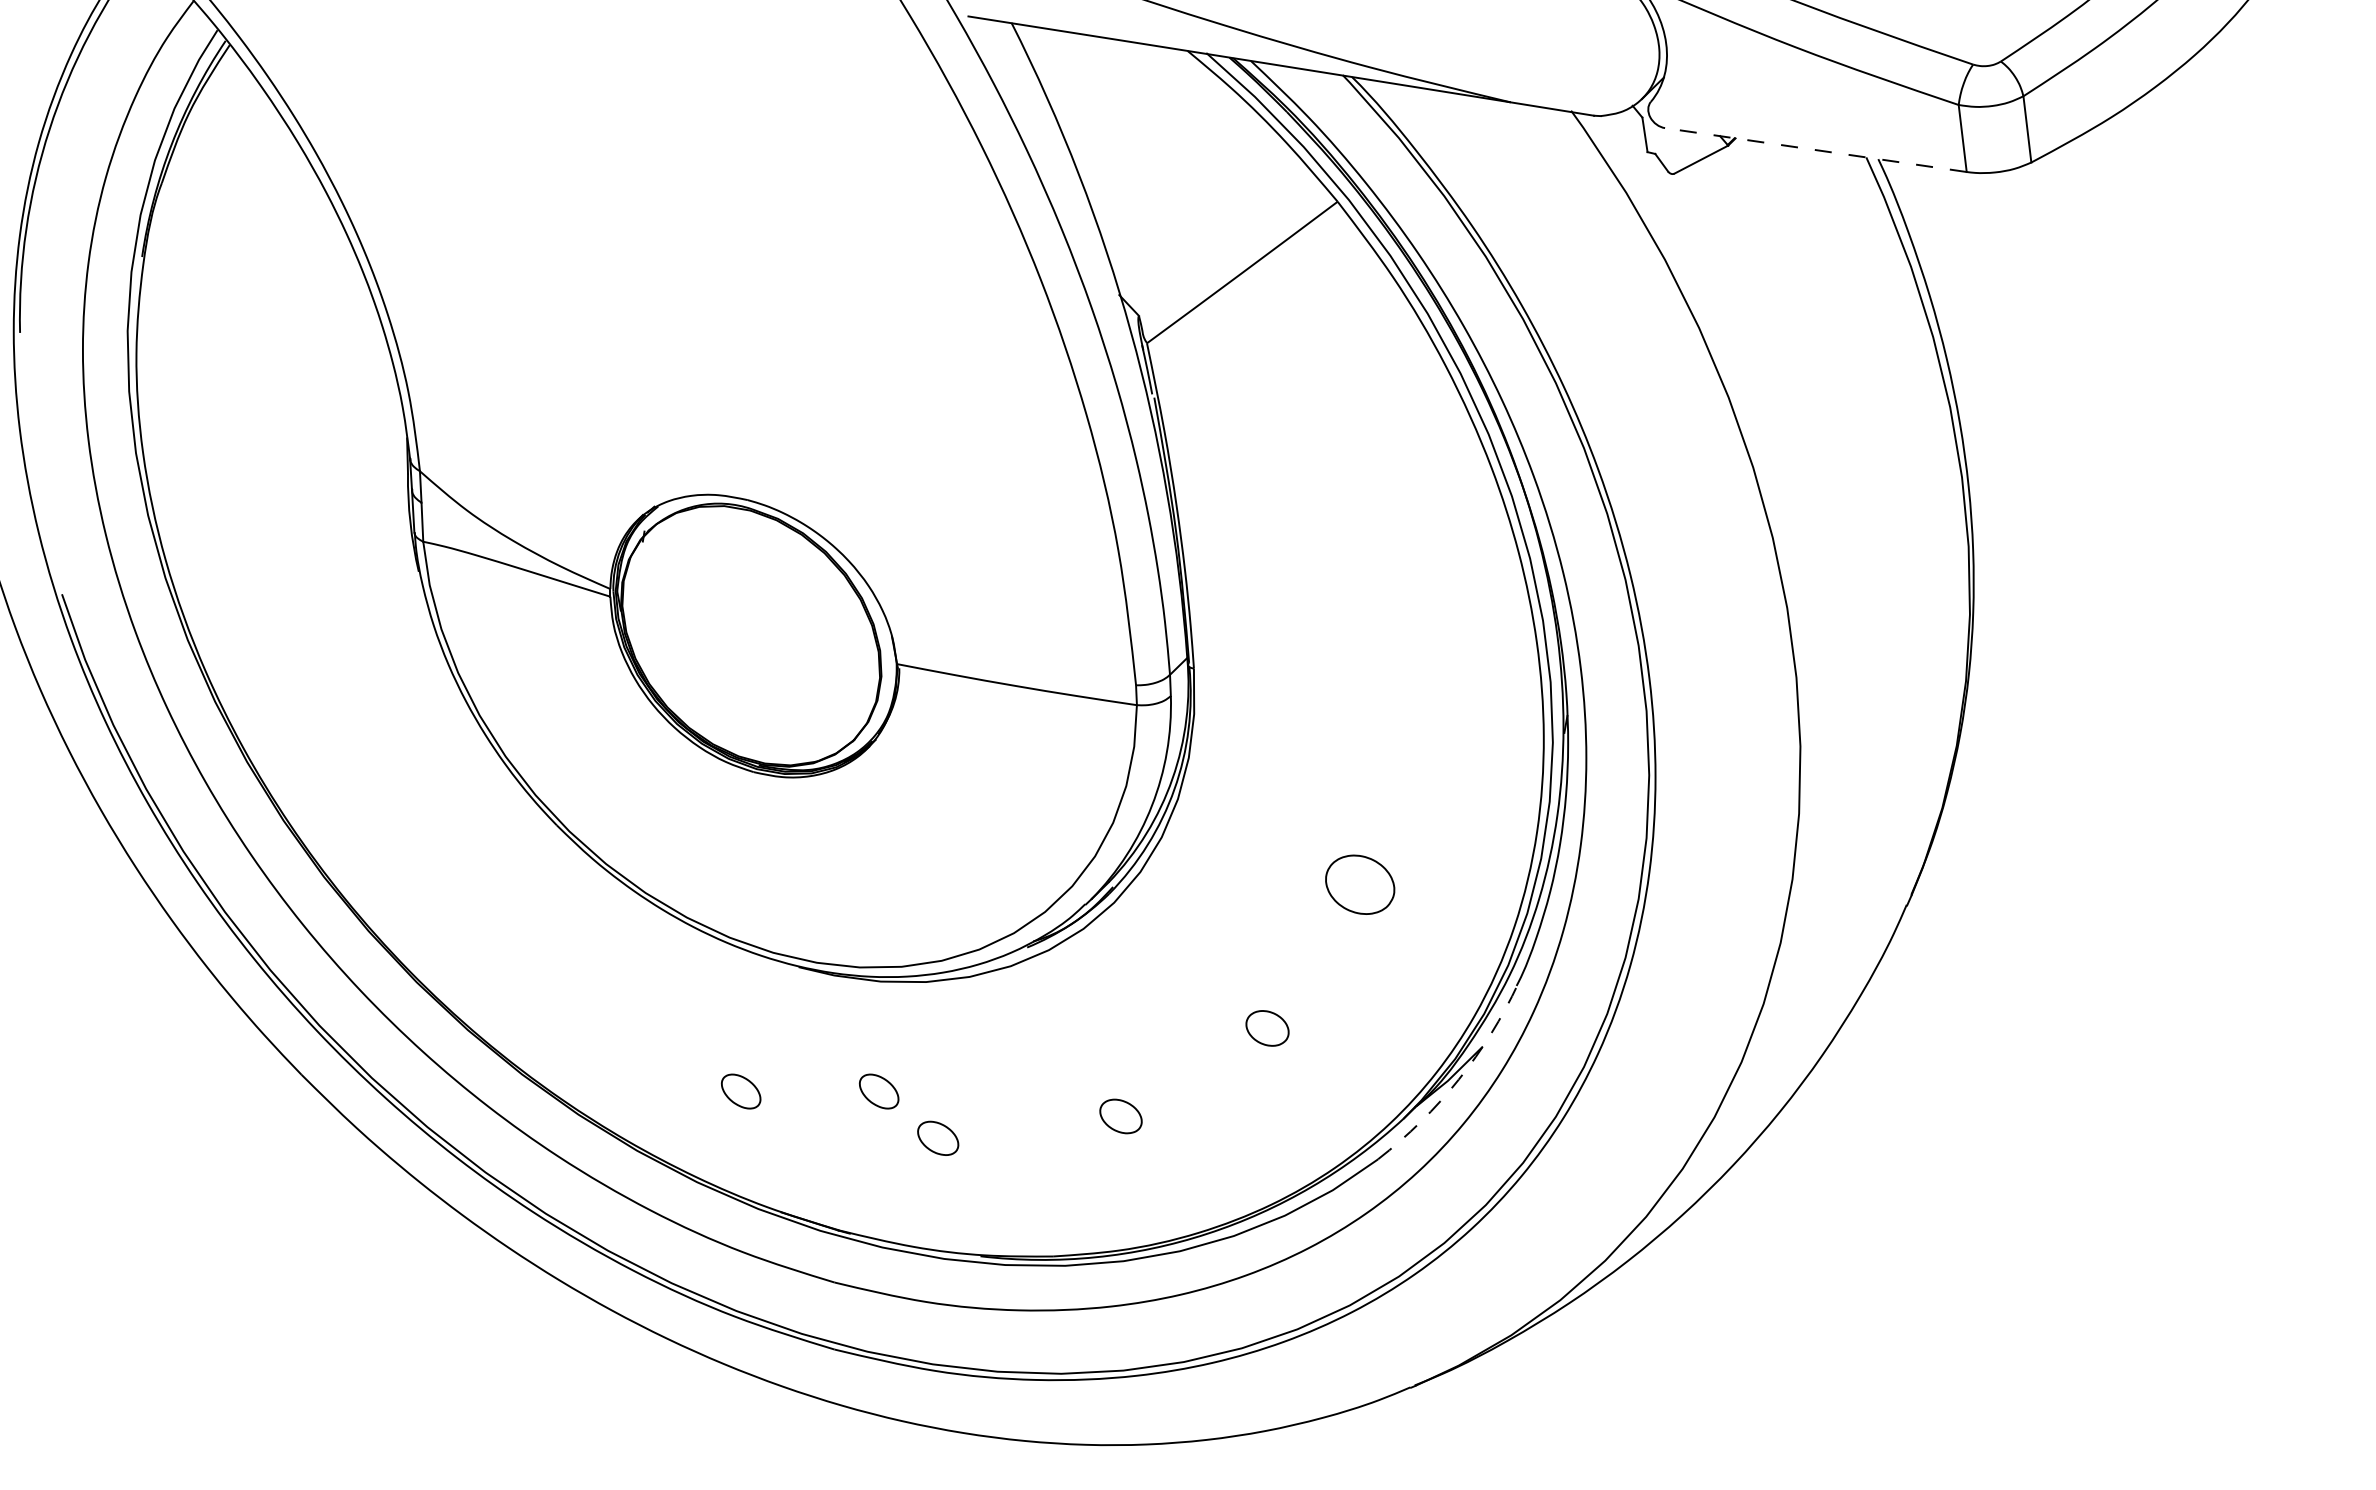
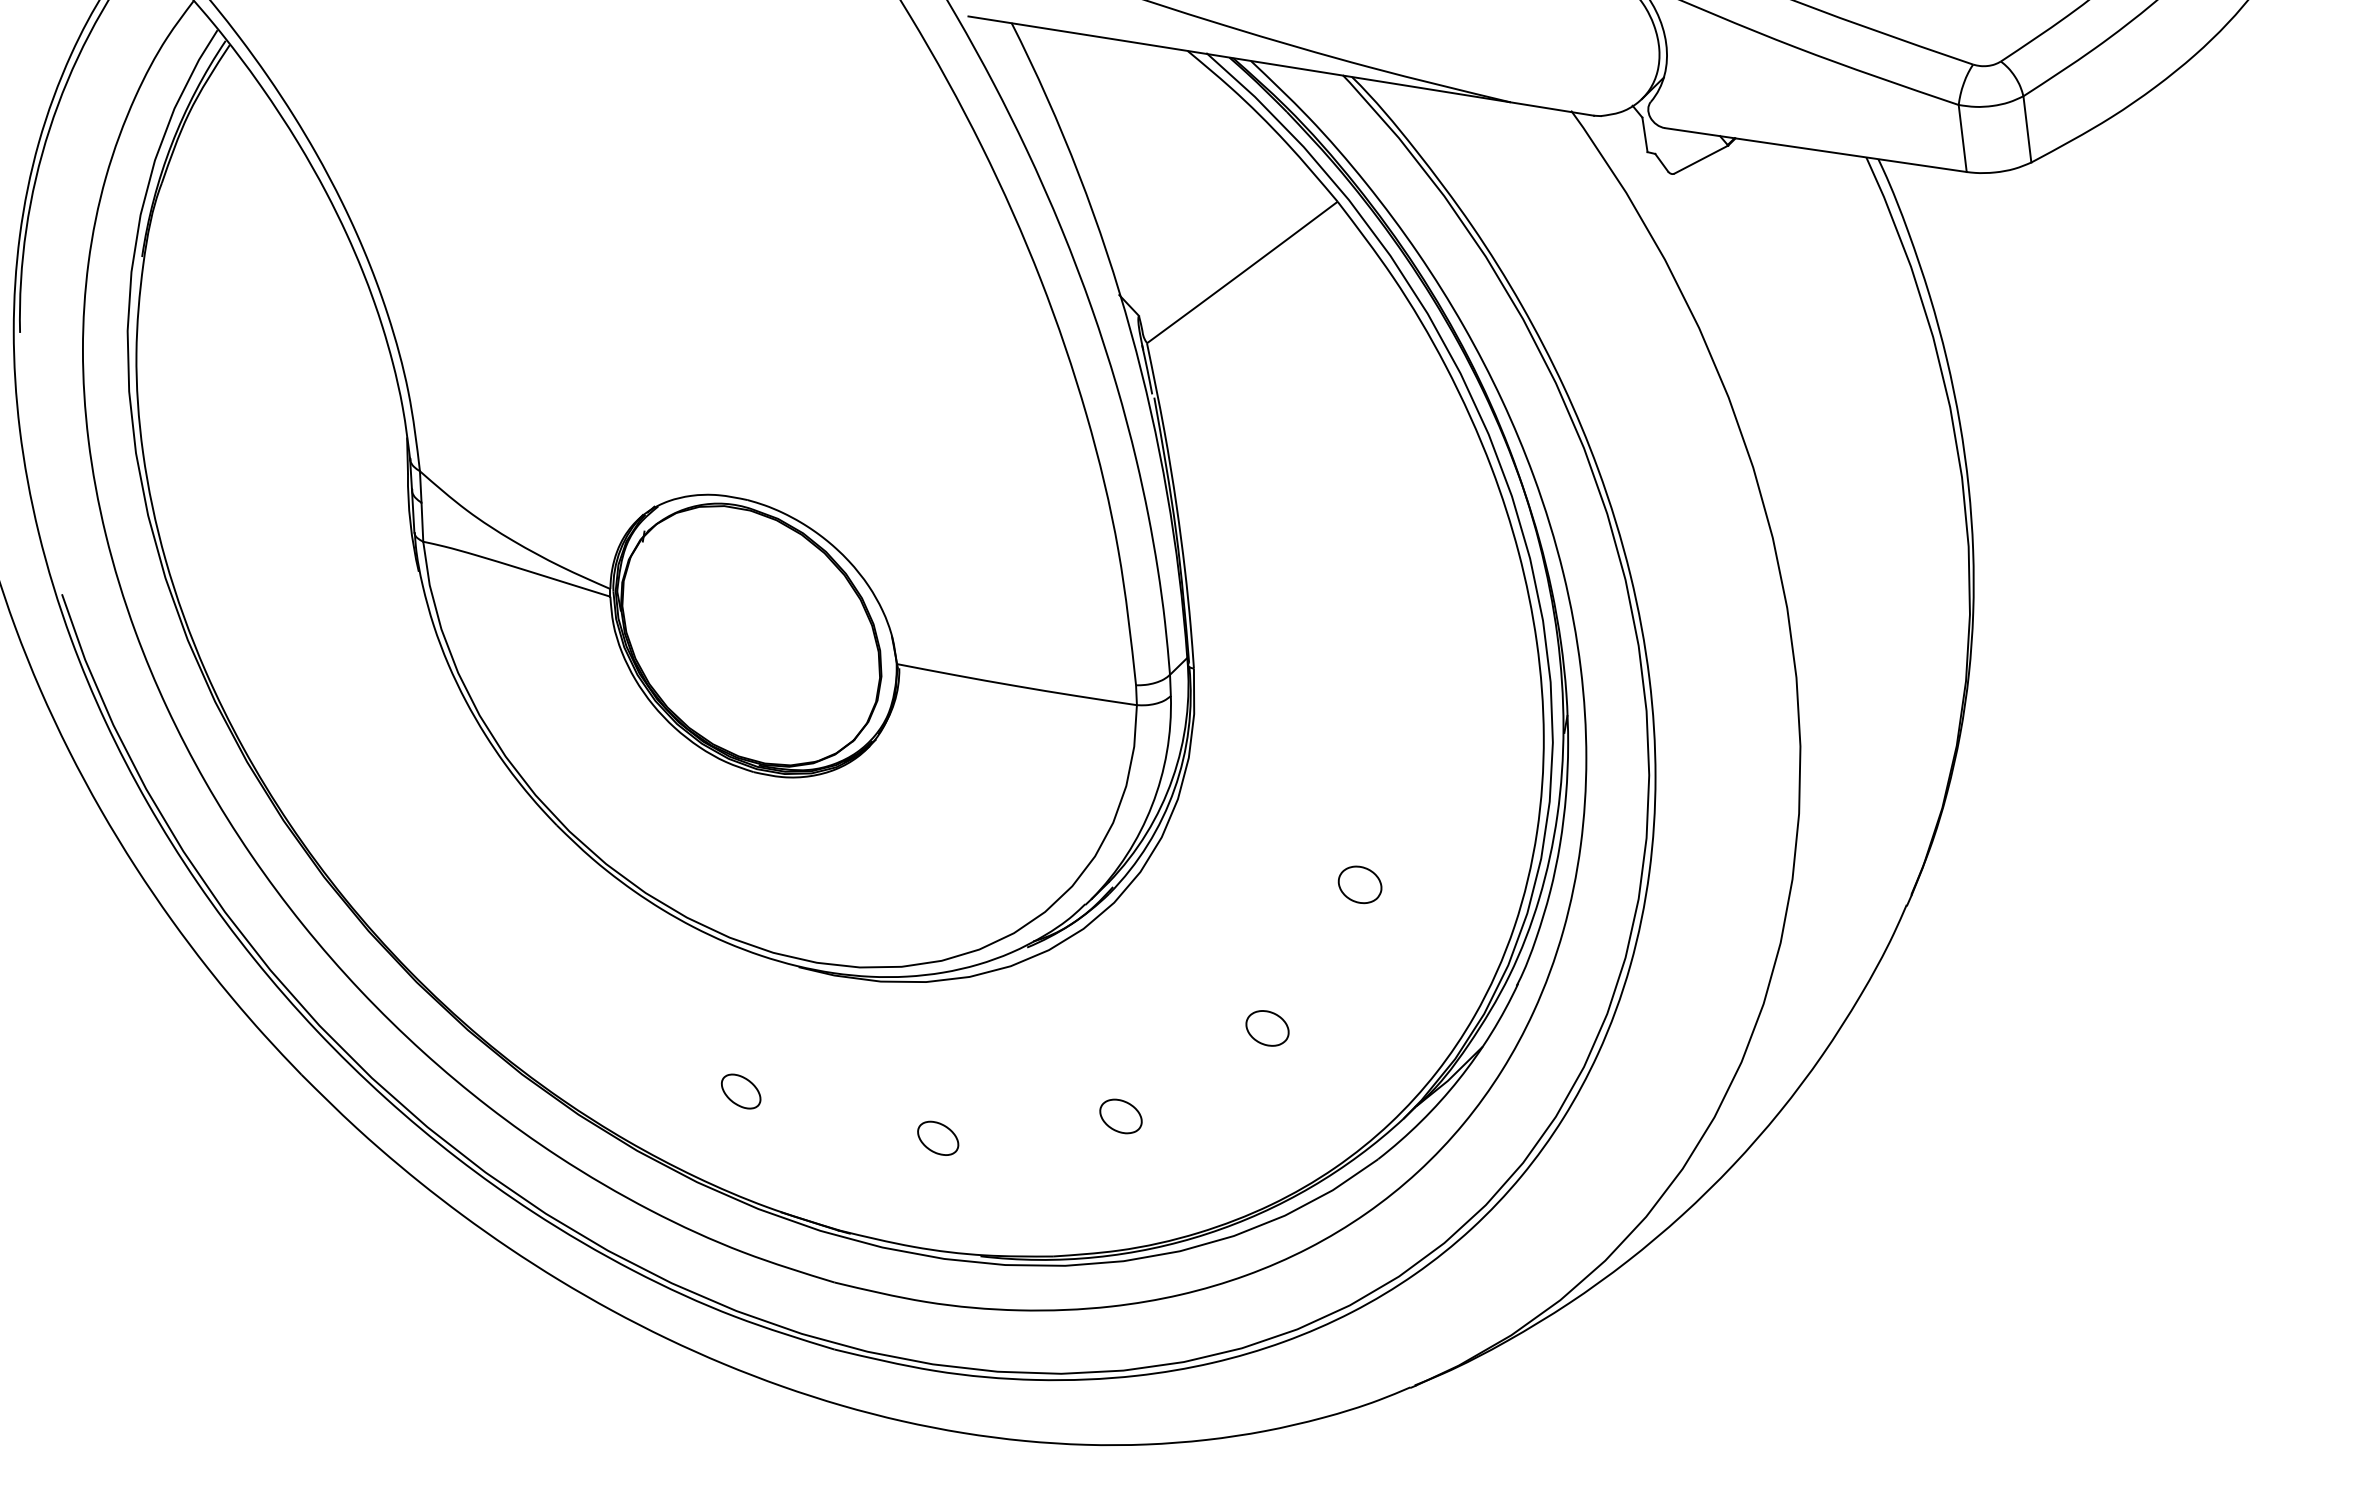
line at (1815, 150): dashed -> solid
part at (1360, 884) size: 71x61 px -> 46x40 px
arc at (1458, 1079): dashed -> solid
part at (879, 1091): present -> none
